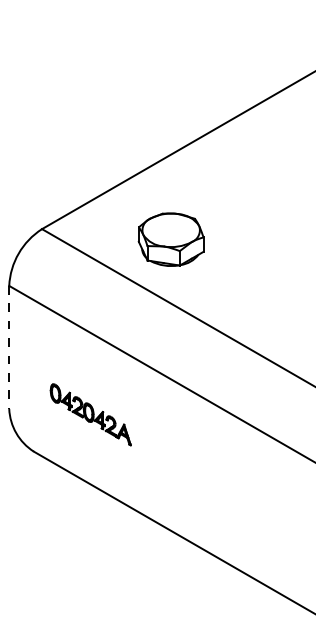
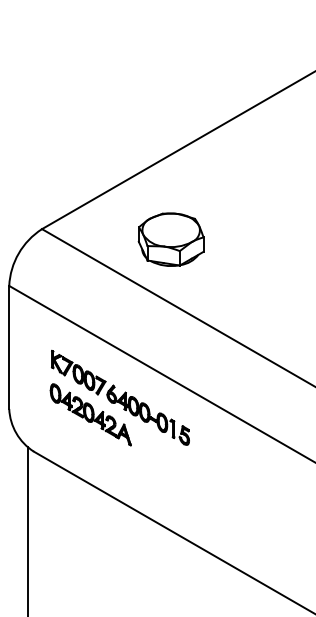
line at (9, 347): dashed -> solid
part at (120, 397): none -> present
line at (27, 530): none -> present
